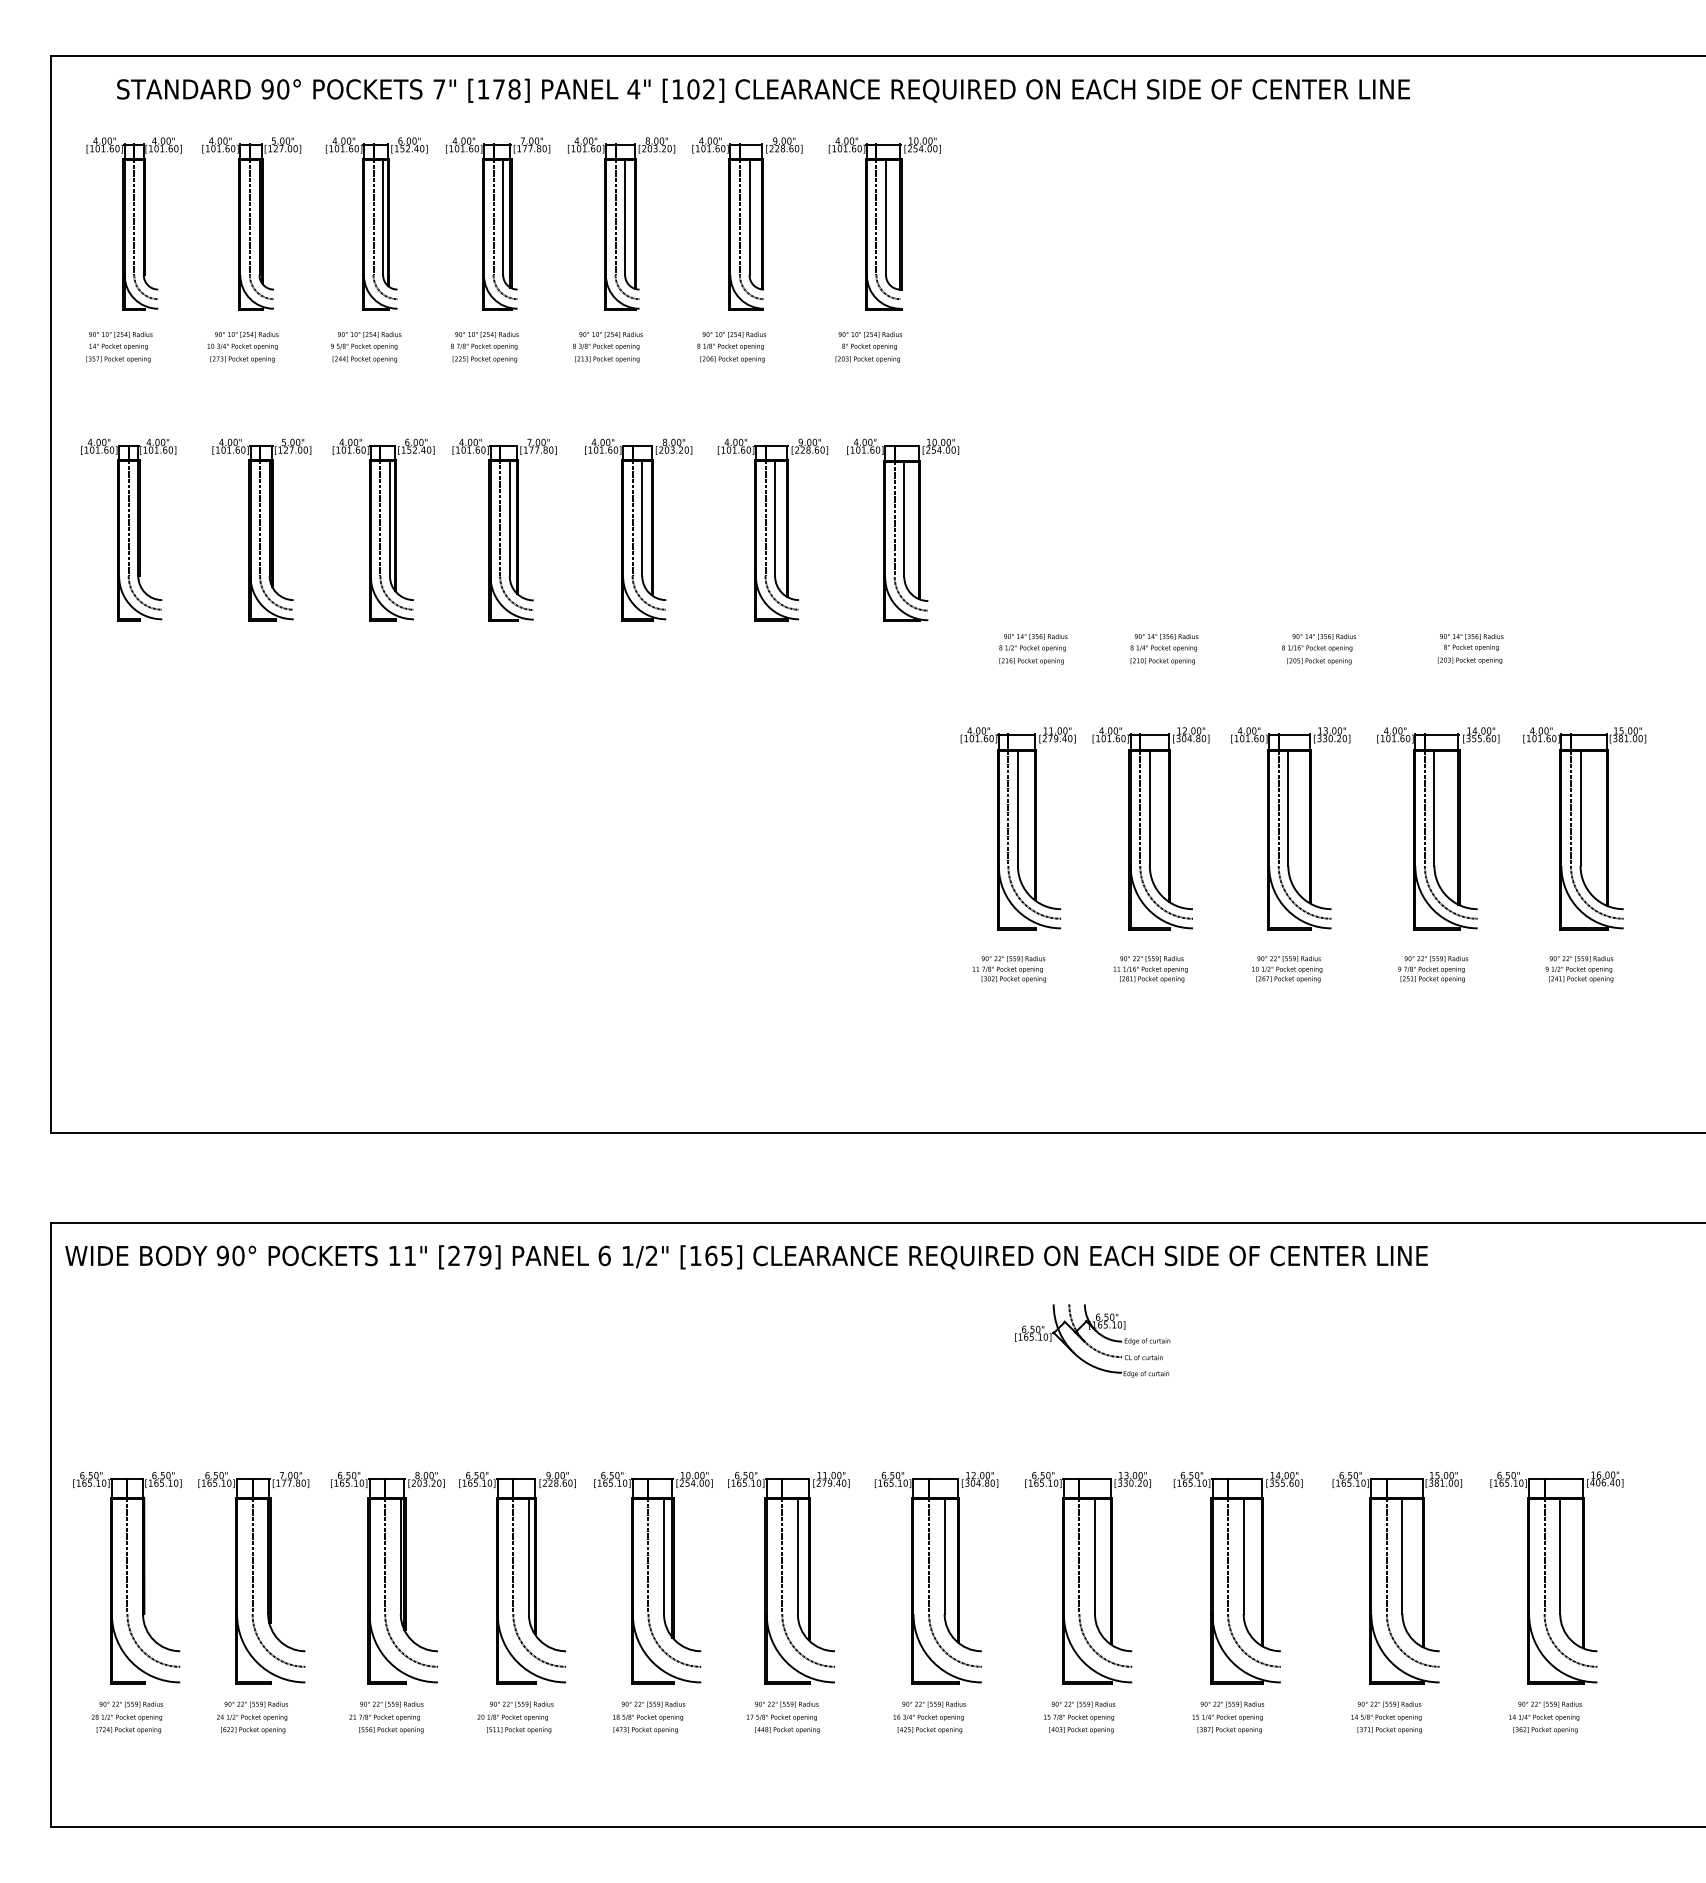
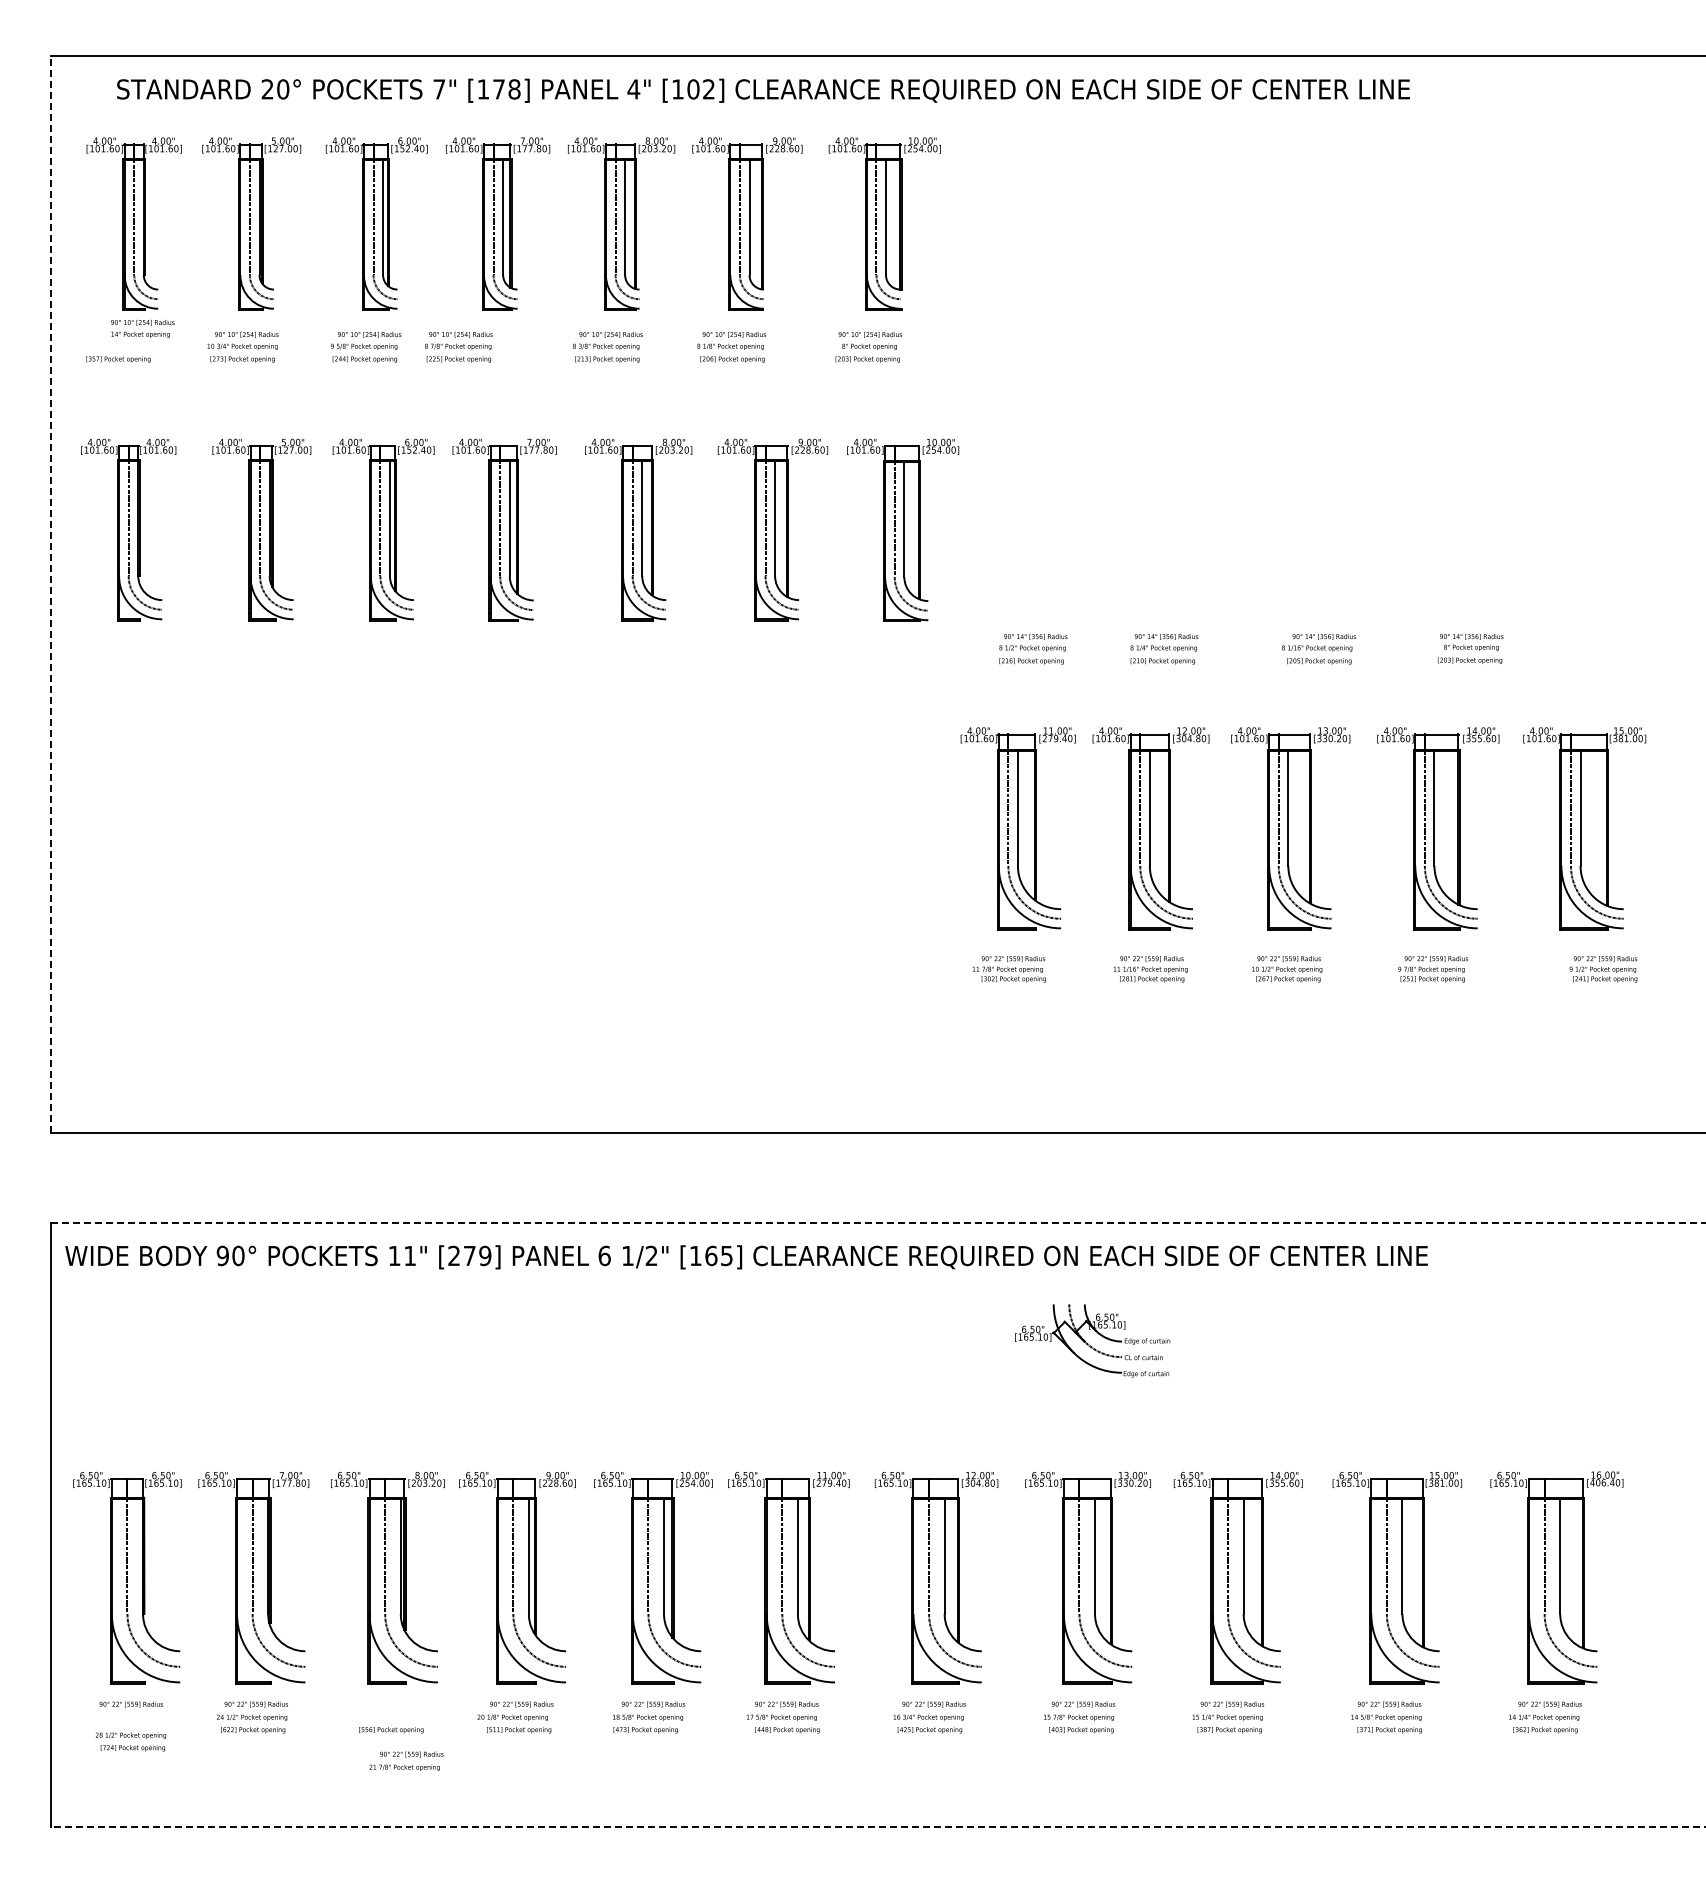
text at (267, 89): 90° -> 20°
text at (120, 340) position: (120, 340) -> (142, 328)
text at (484, 346) position: (484, 346) -> (458, 346)
line at (51, 594): solid -> dashed
text at (1579, 969) position: (1579, 969) -> (1603, 969)
line at (878, 1223): solid -> dashed
text at (386, 1710) position: (386, 1710) -> (406, 1760)
text at (126, 1723) position: (126, 1723) -> (130, 1741)
line at (877, 1826): solid -> dashed
